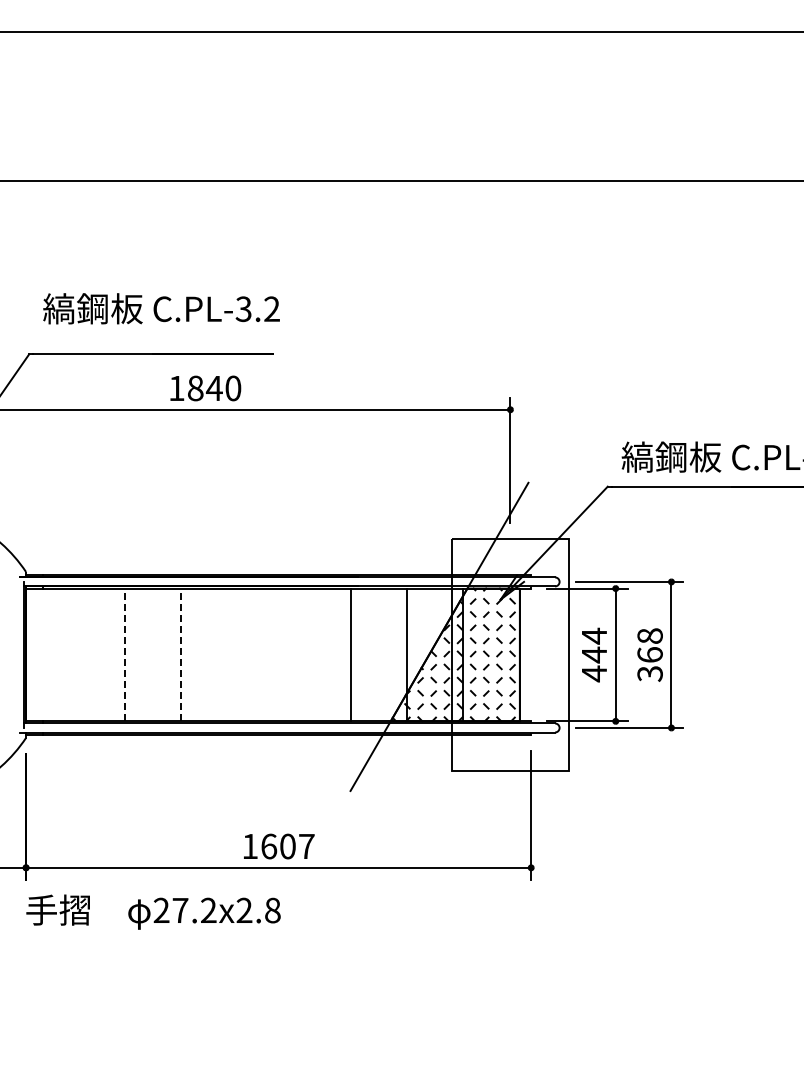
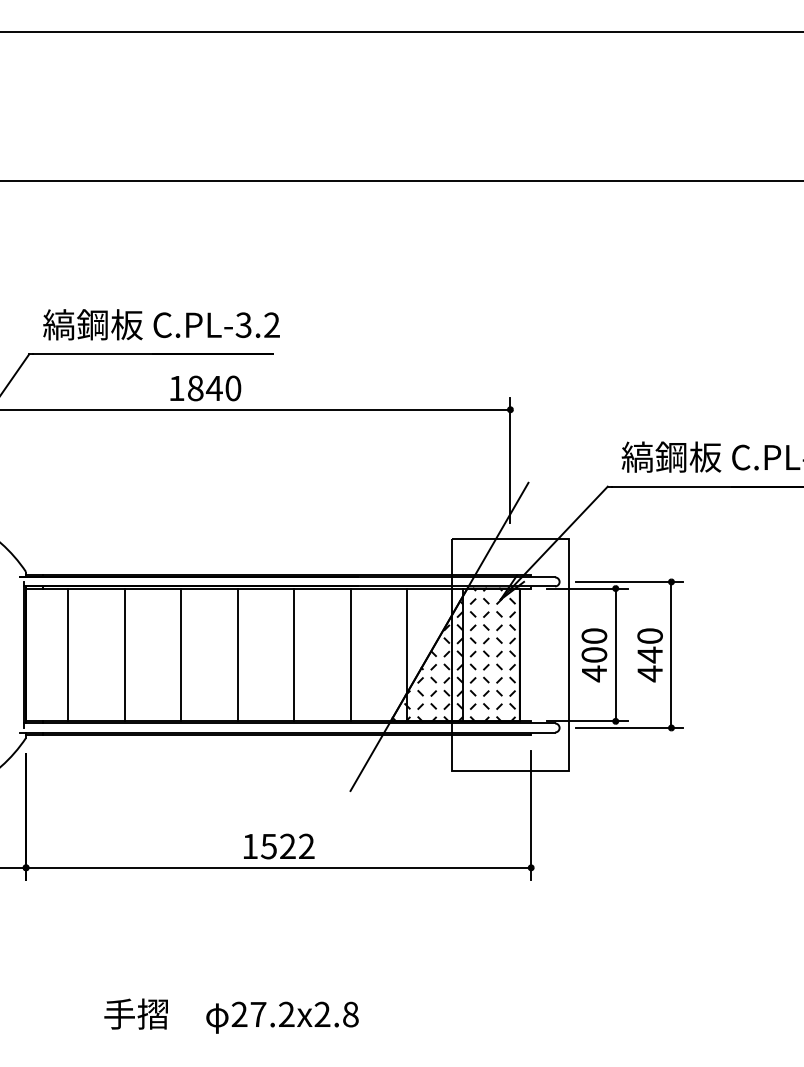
text at (161, 308) position: (161, 308) -> (161, 324)
text at (594, 645): 444 -> 400
line at (68, 654): none -> present
line at (124, 654): dashed -> solid
line at (181, 654): dashed -> solid
line at (237, 654): none -> present
line at (294, 654): none -> present
text at (649, 655): 368 -> 440
text at (287, 846): 1607 -> 1522
text at (153, 911) position: (153, 911) -> (231, 1015)
